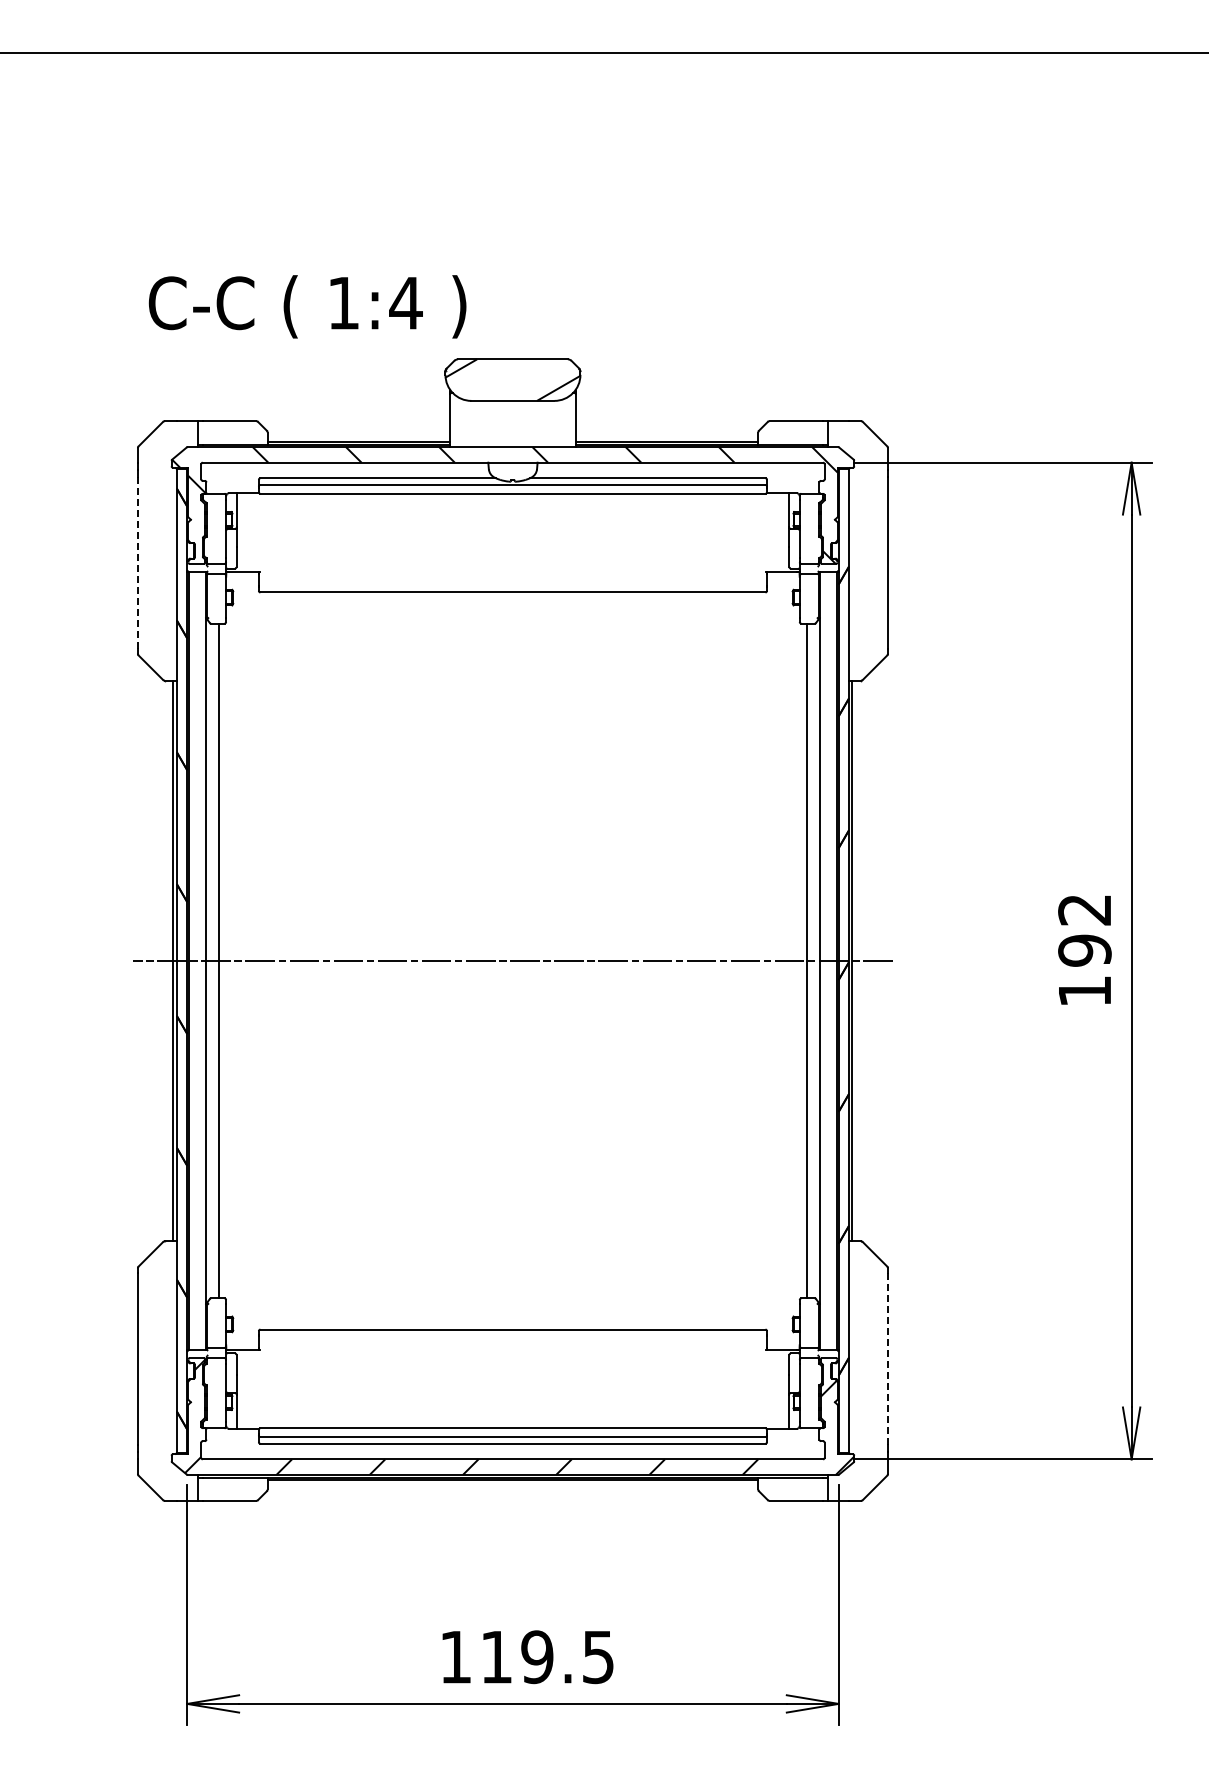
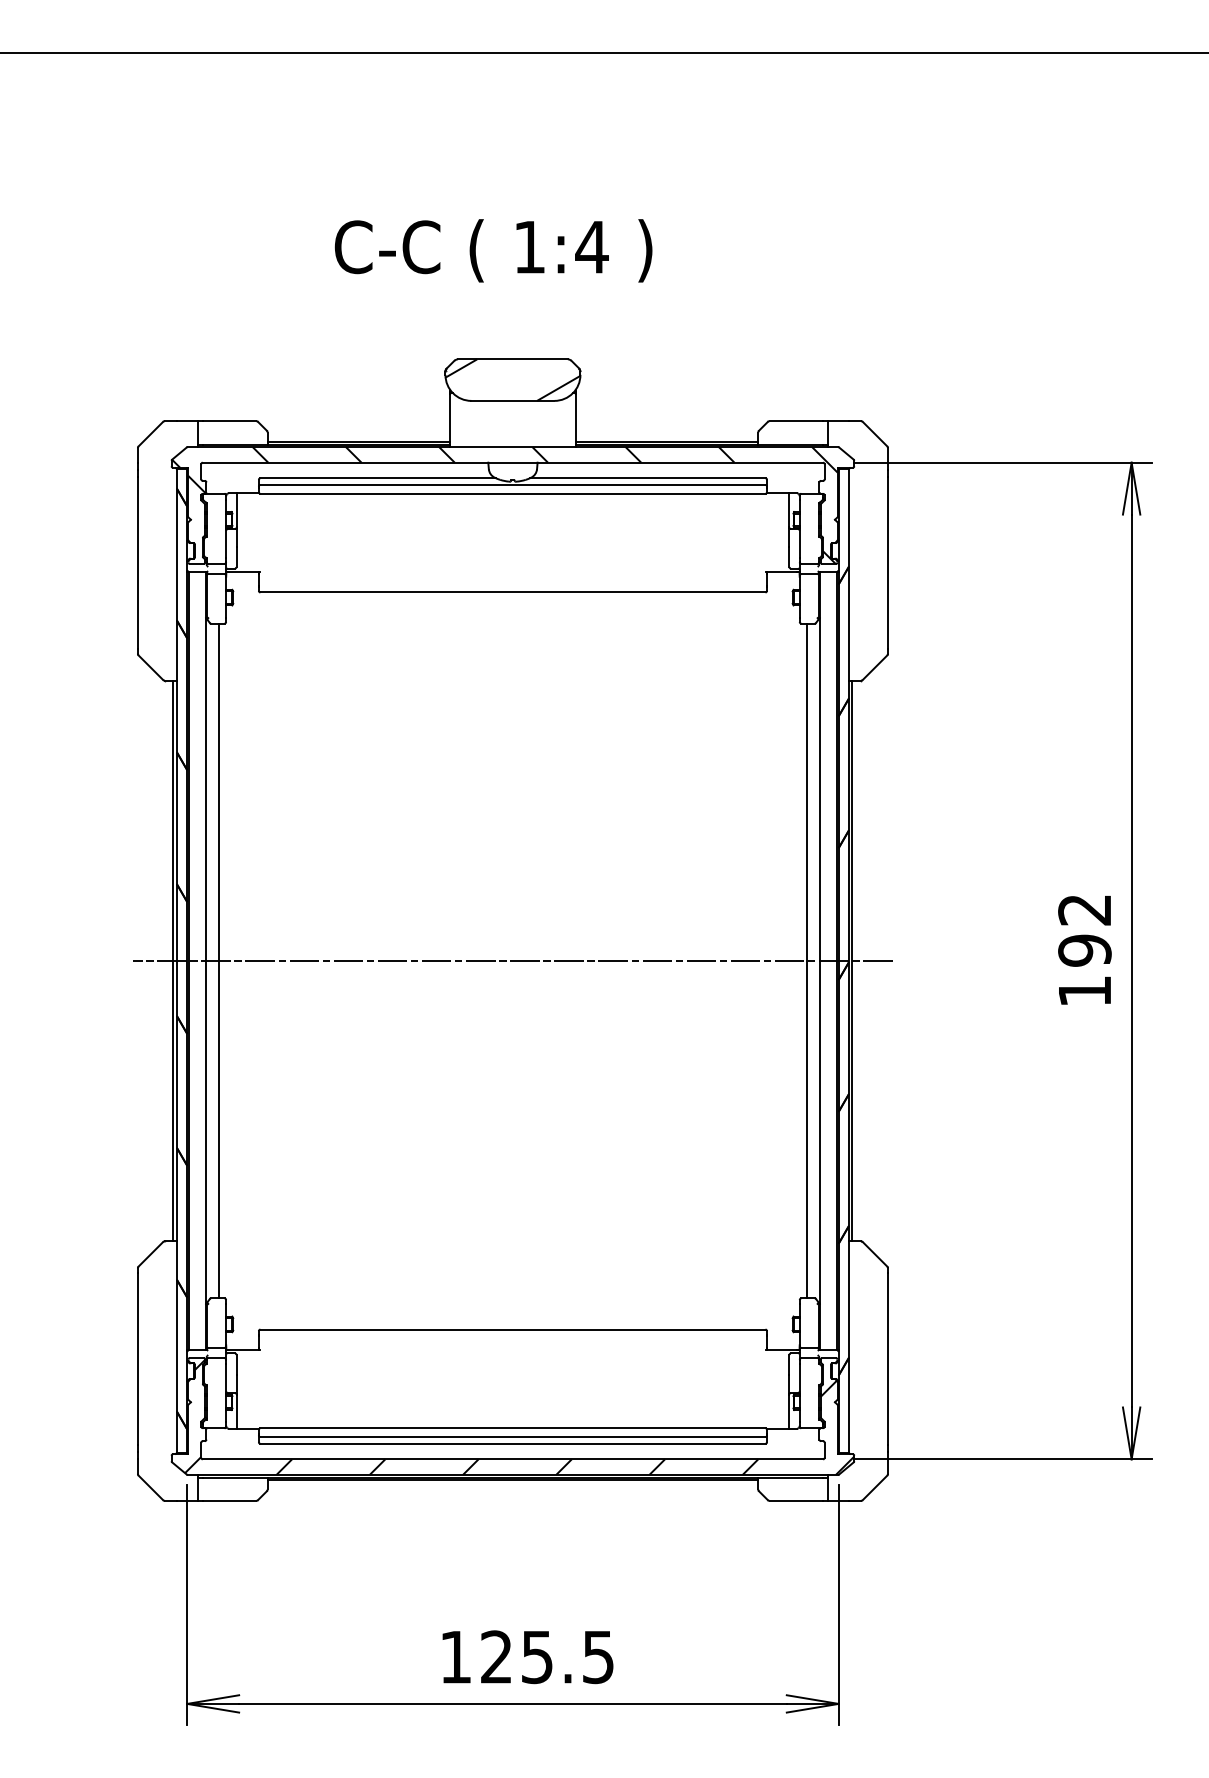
text at (307, 306) position: (307, 306) -> (493, 250)
line at (137, 562): dashed -> solid
line at (888, 1359): dashed -> solid
text at (517, 1656): 119.5 -> 125.5
